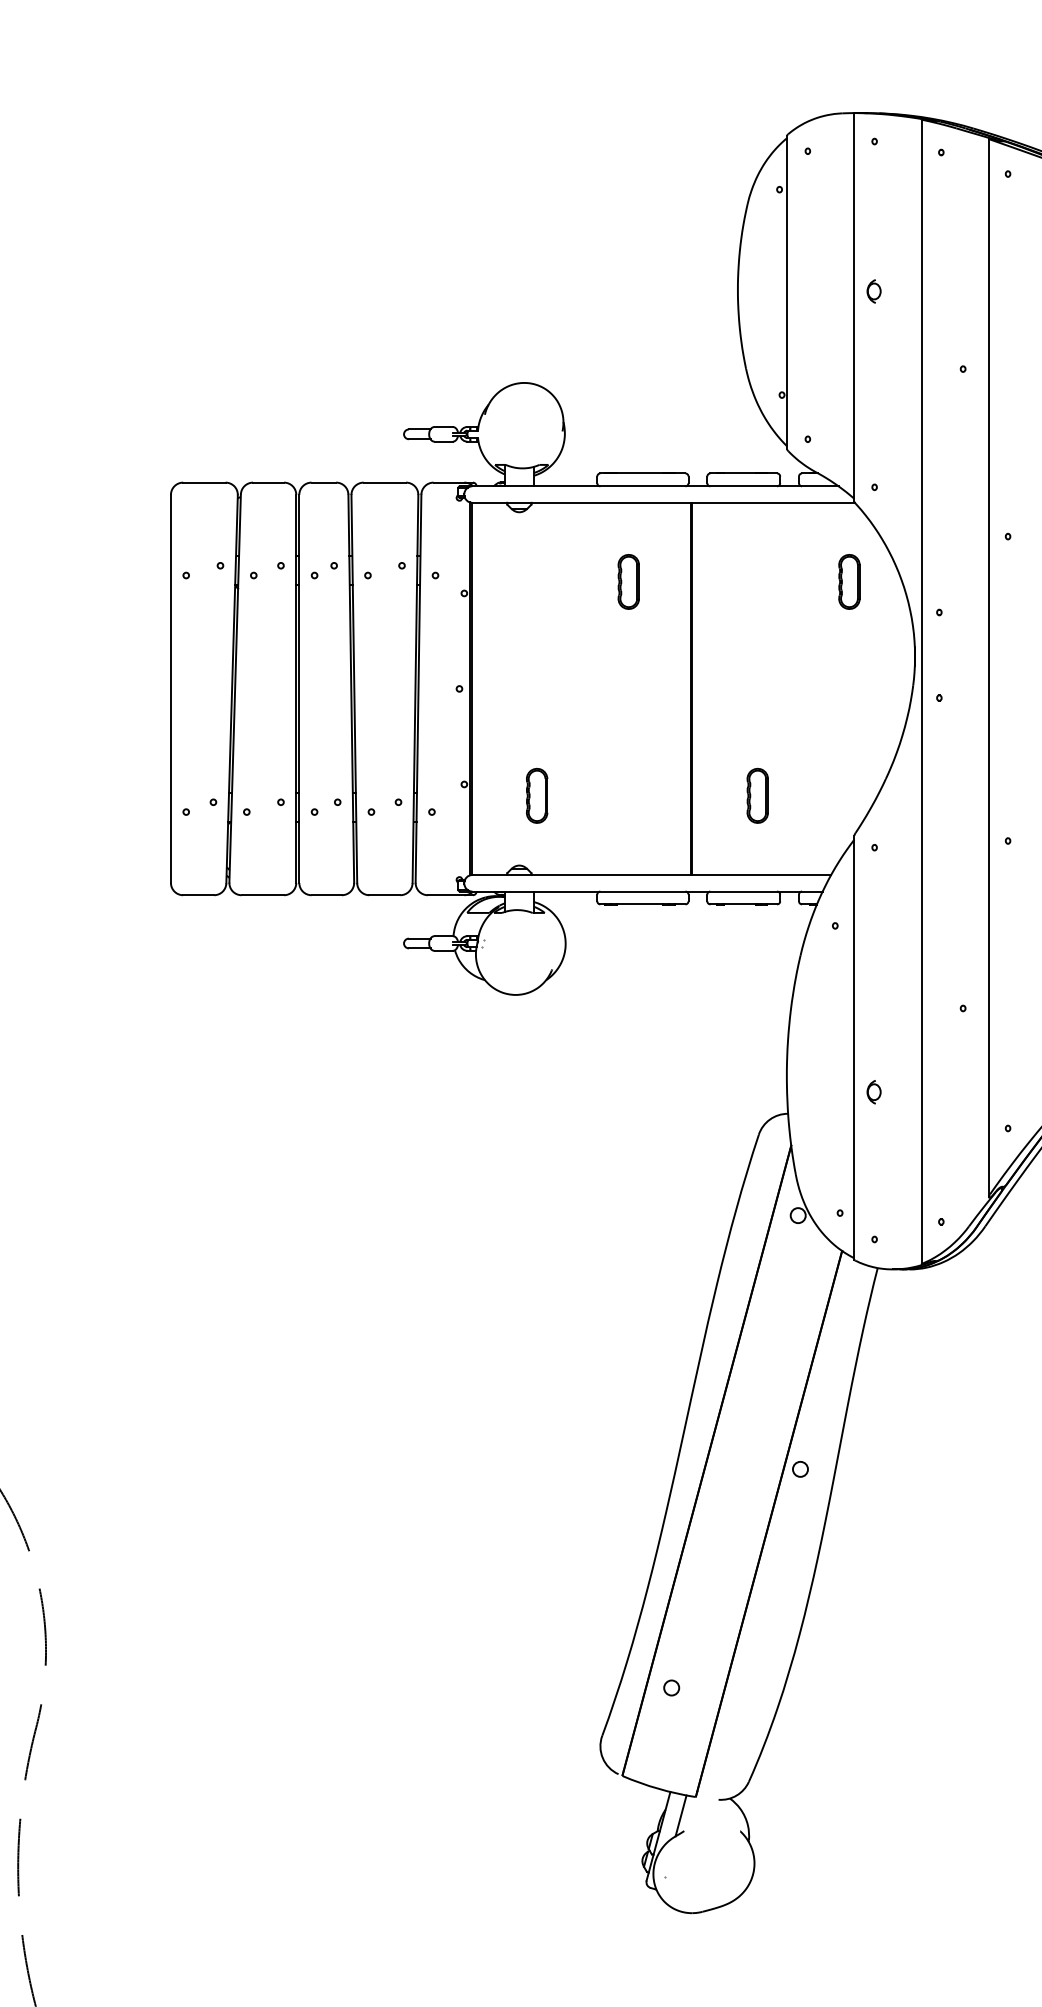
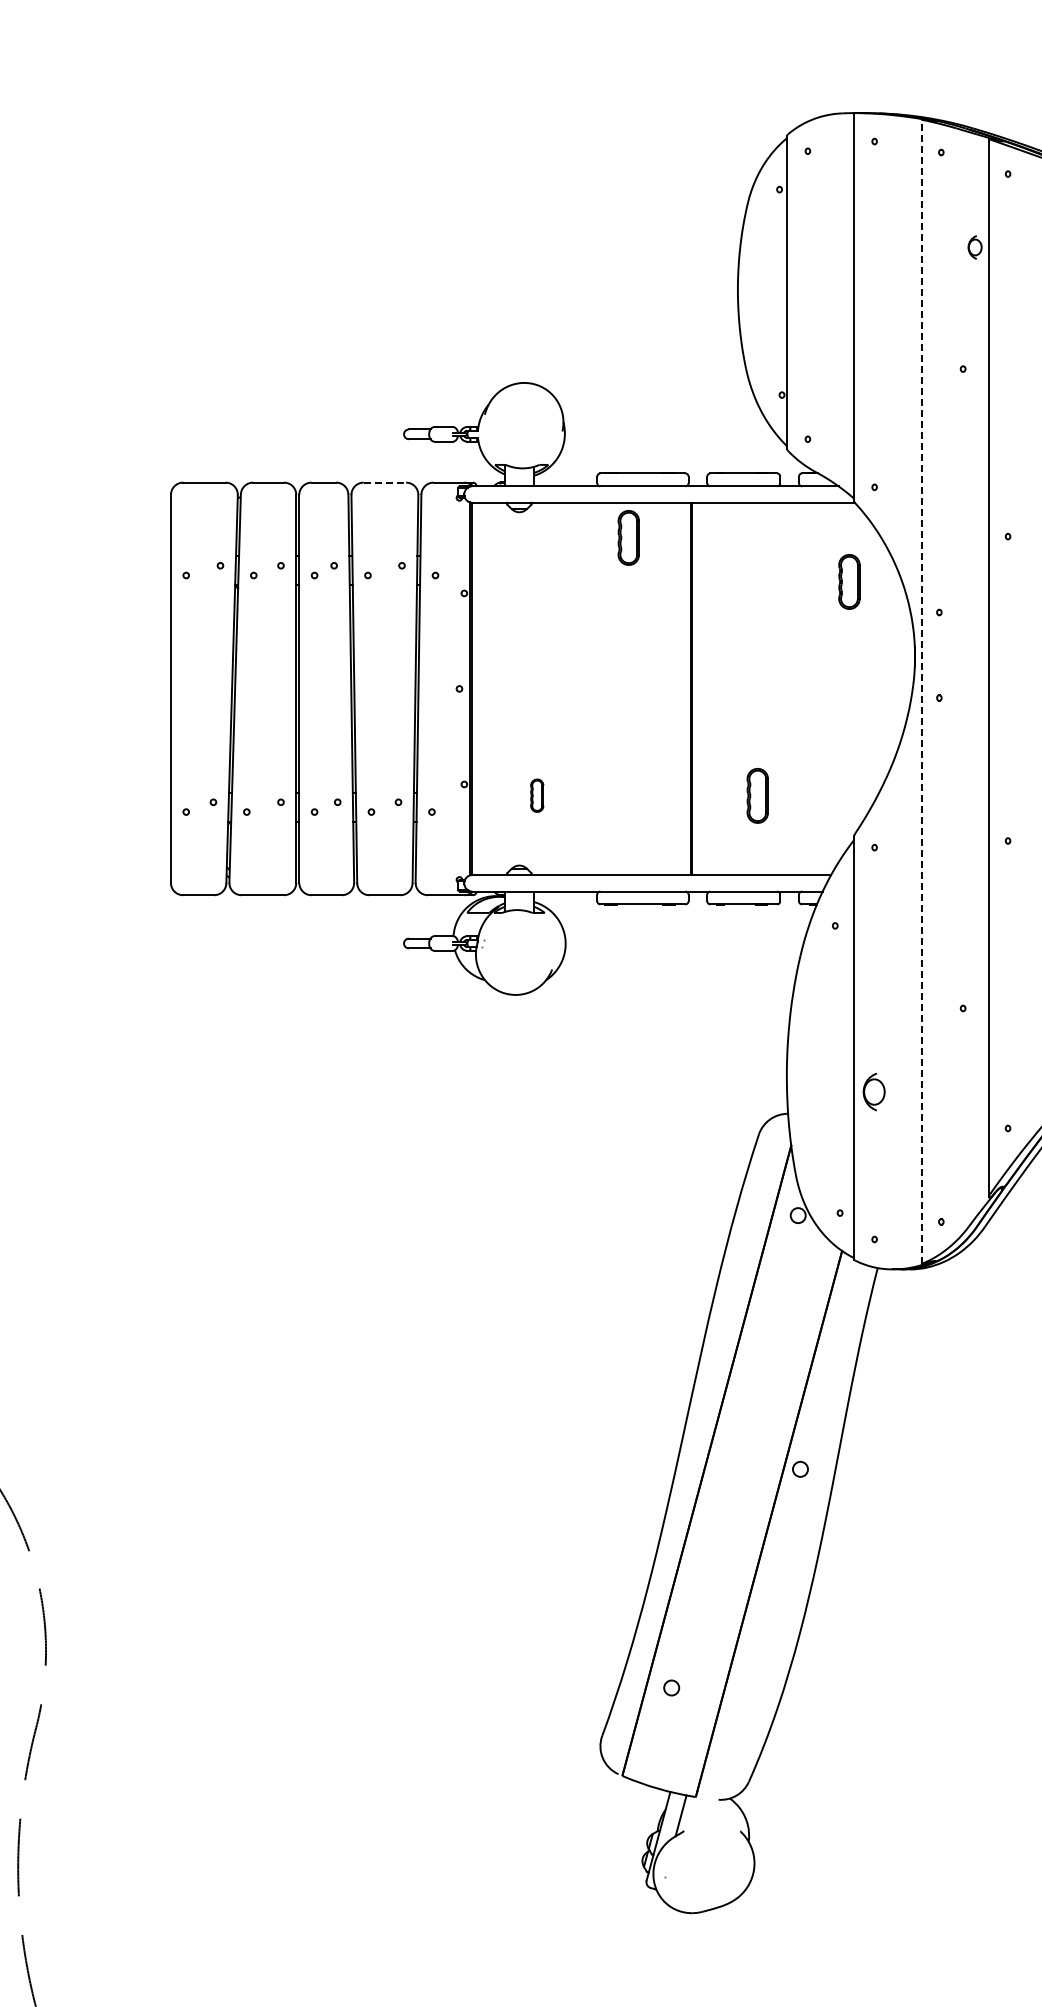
part at (873, 291) position: (873, 291) -> (974, 247)
line at (385, 482): solid -> dashed
part at (628, 581) position: (628, 581) -> (628, 537)
line at (921, 691): solid -> dashed
part at (537, 795) size: 23x57 px -> 15x35 px
part at (873, 1092) size: 16x25 px -> 24x40 px
